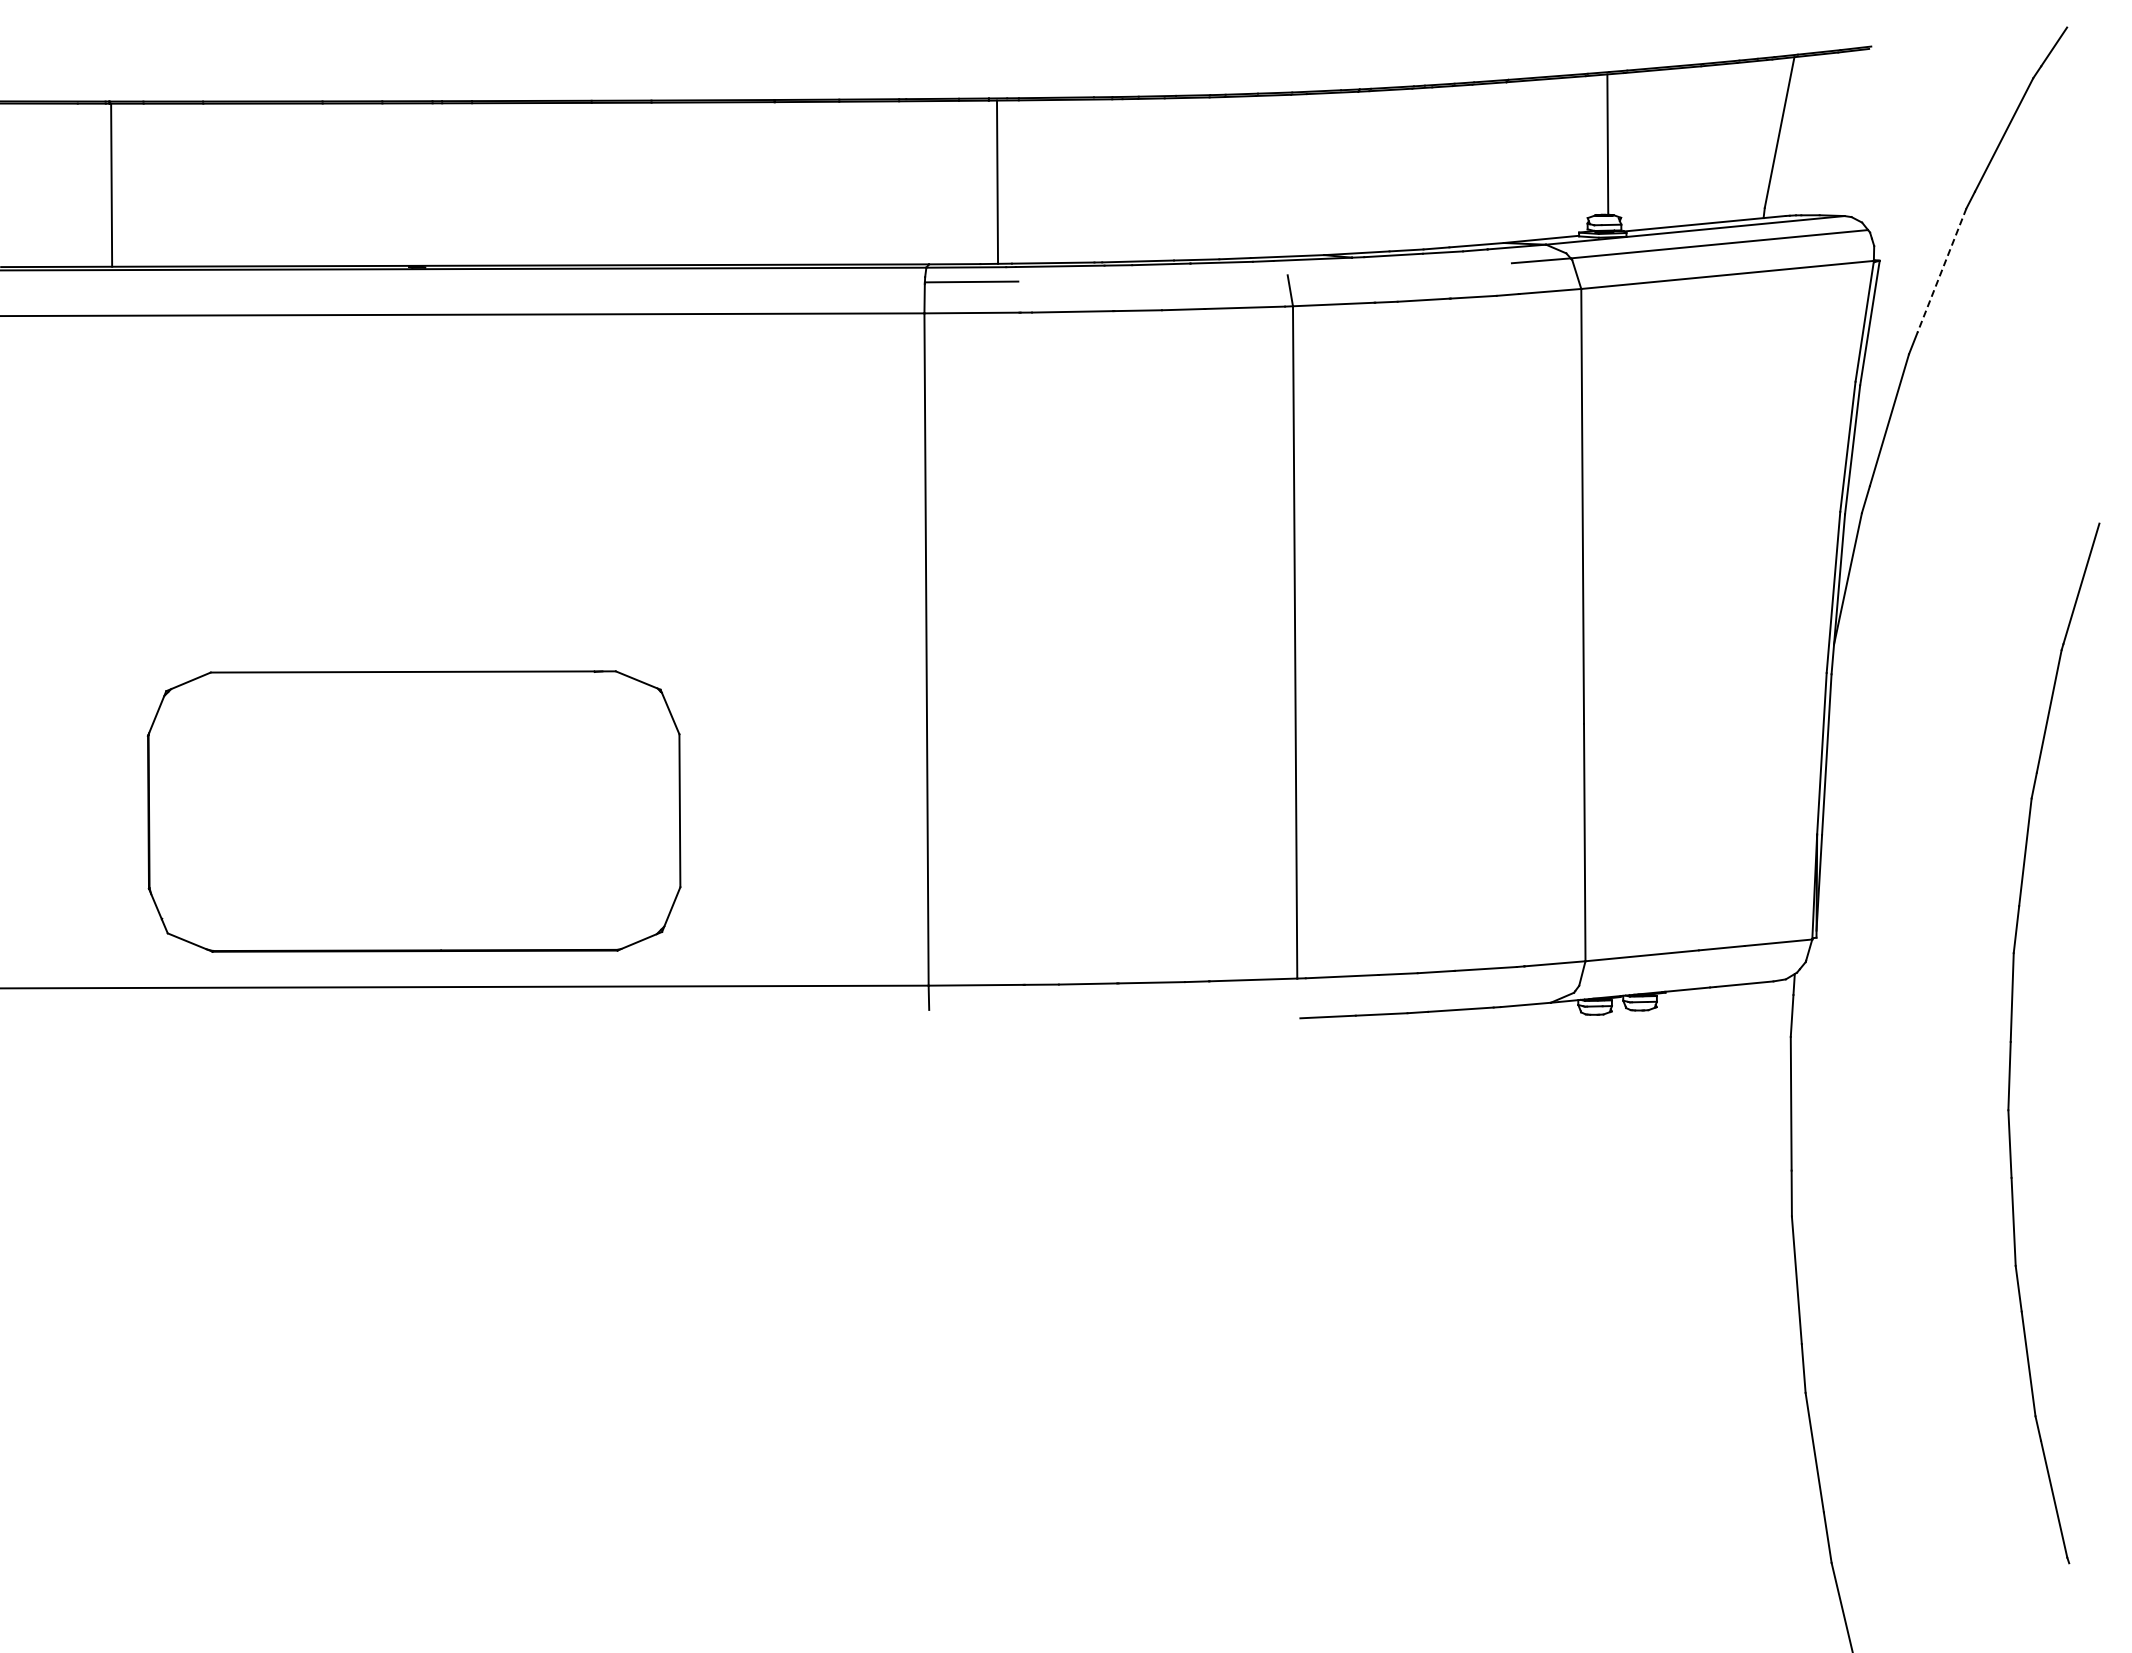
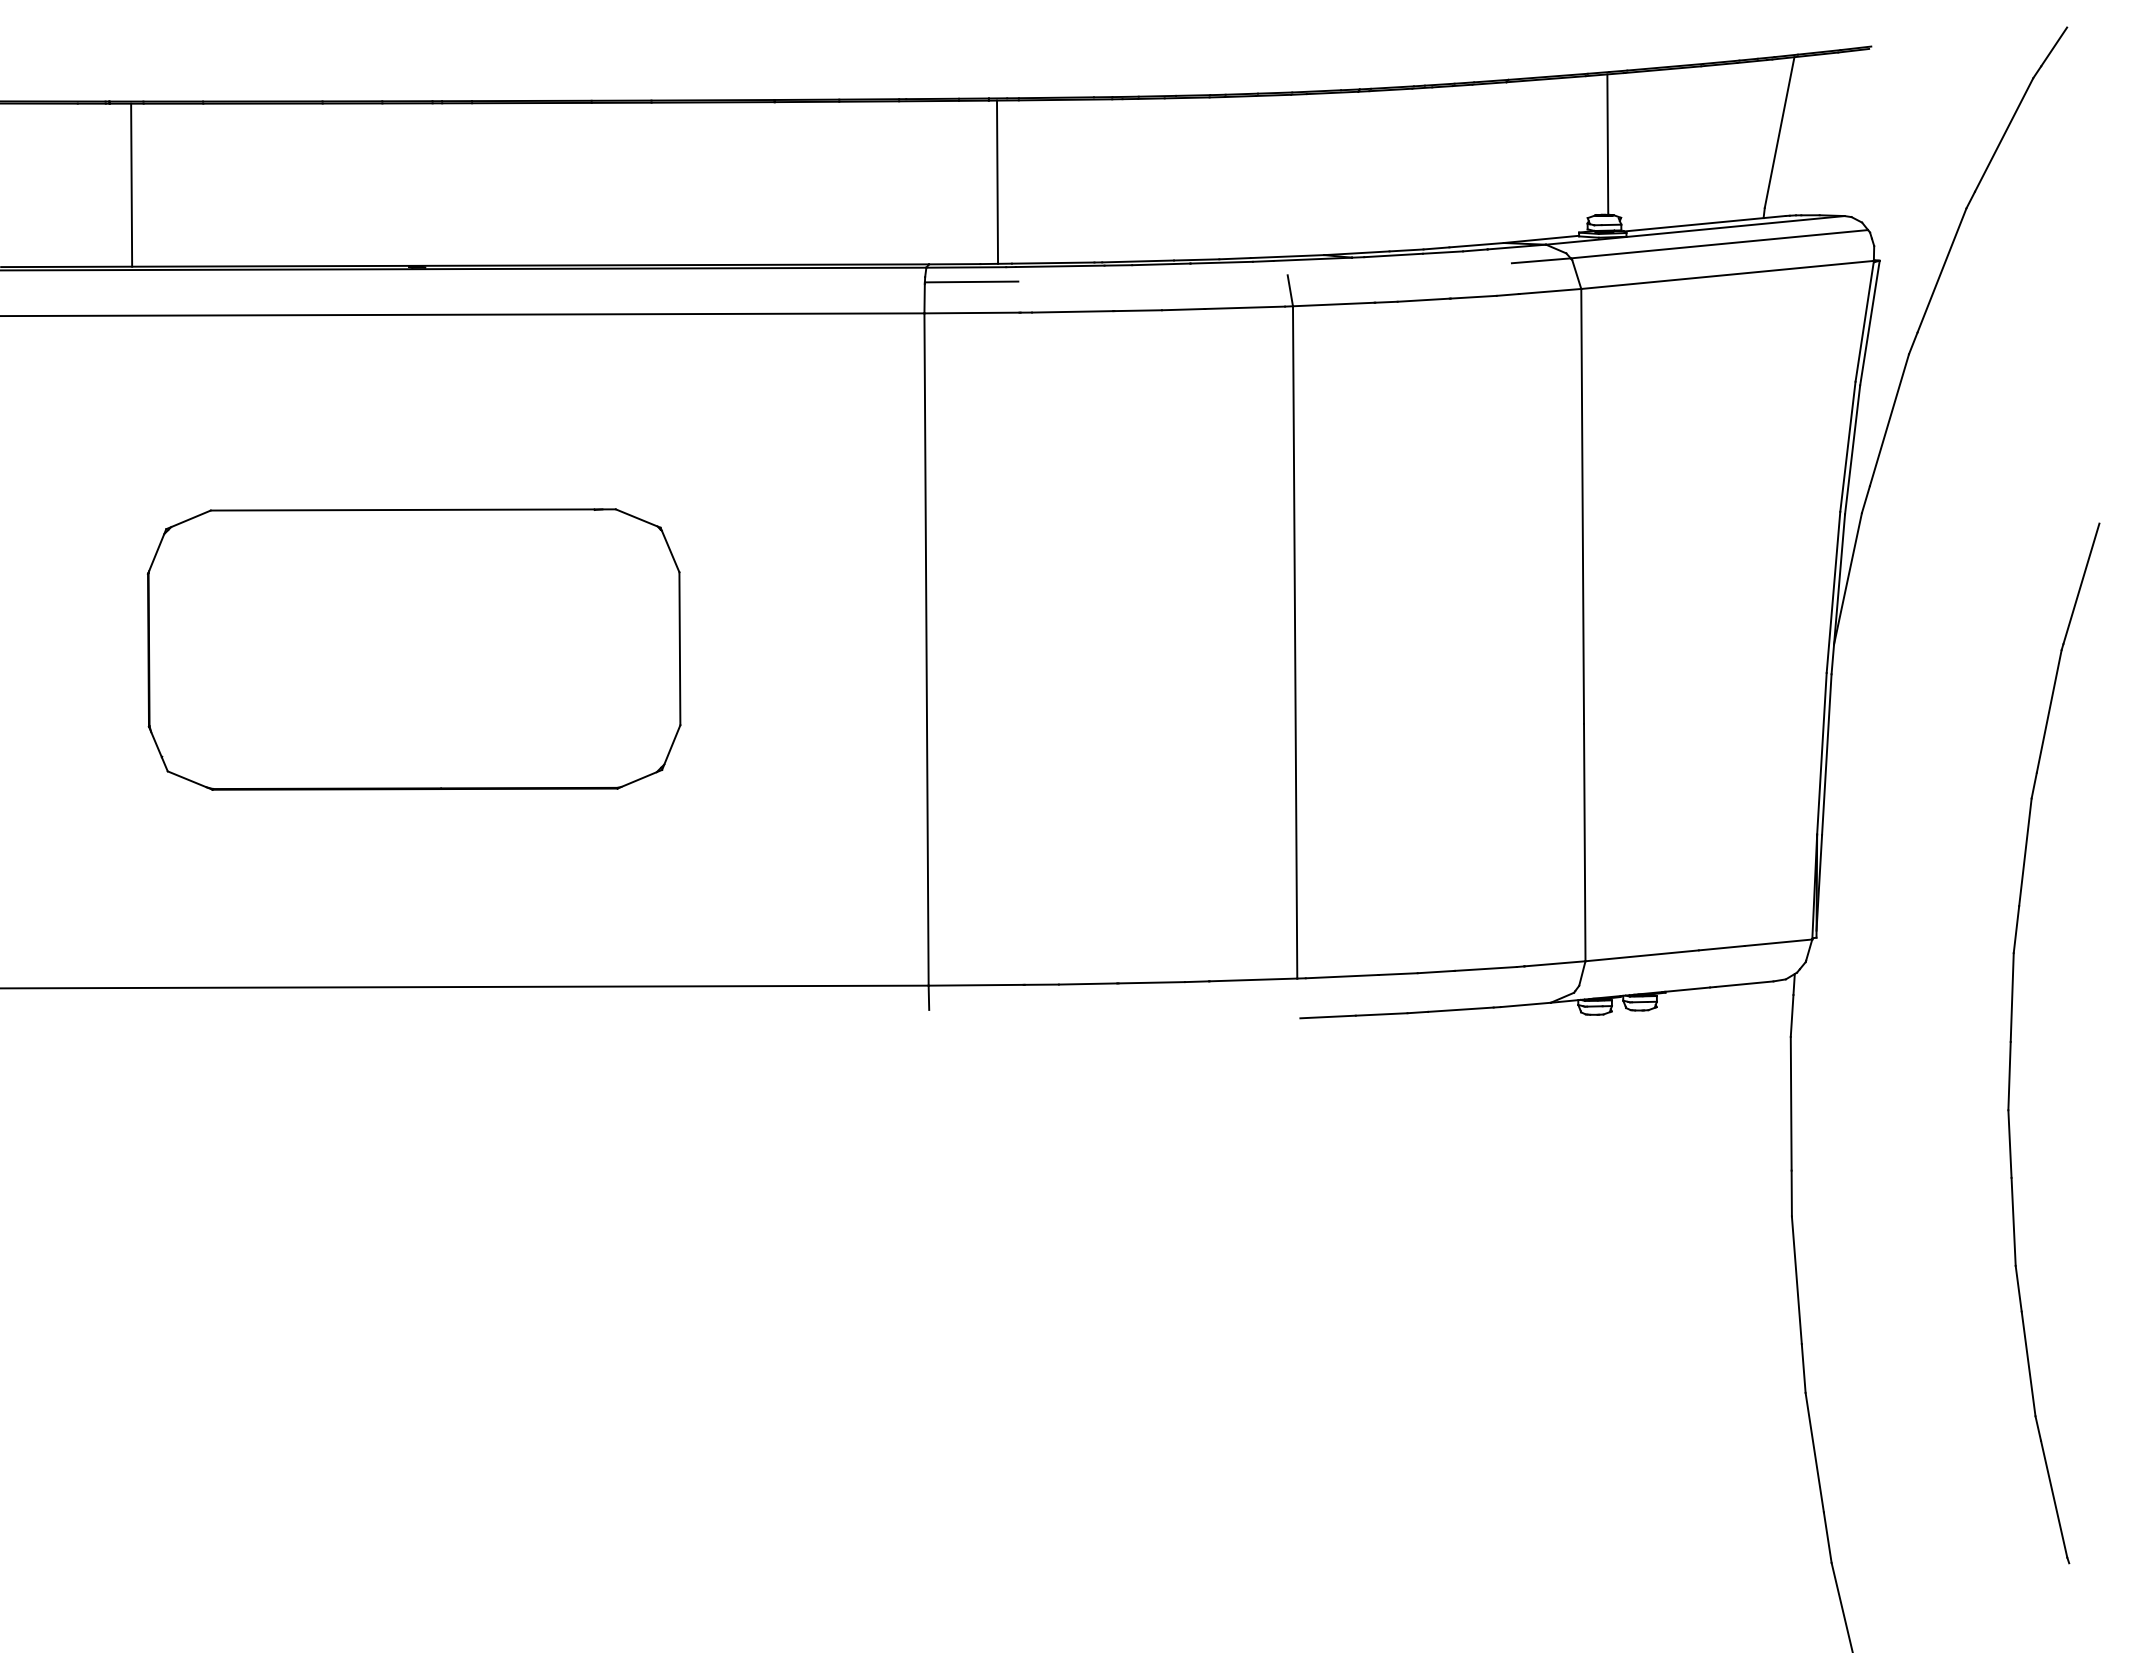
line at (111, 184) position: (111, 184) -> (131, 184)
line at (1942, 270): dashed -> solid
part at (413, 811) position: (413, 811) -> (413, 649)
